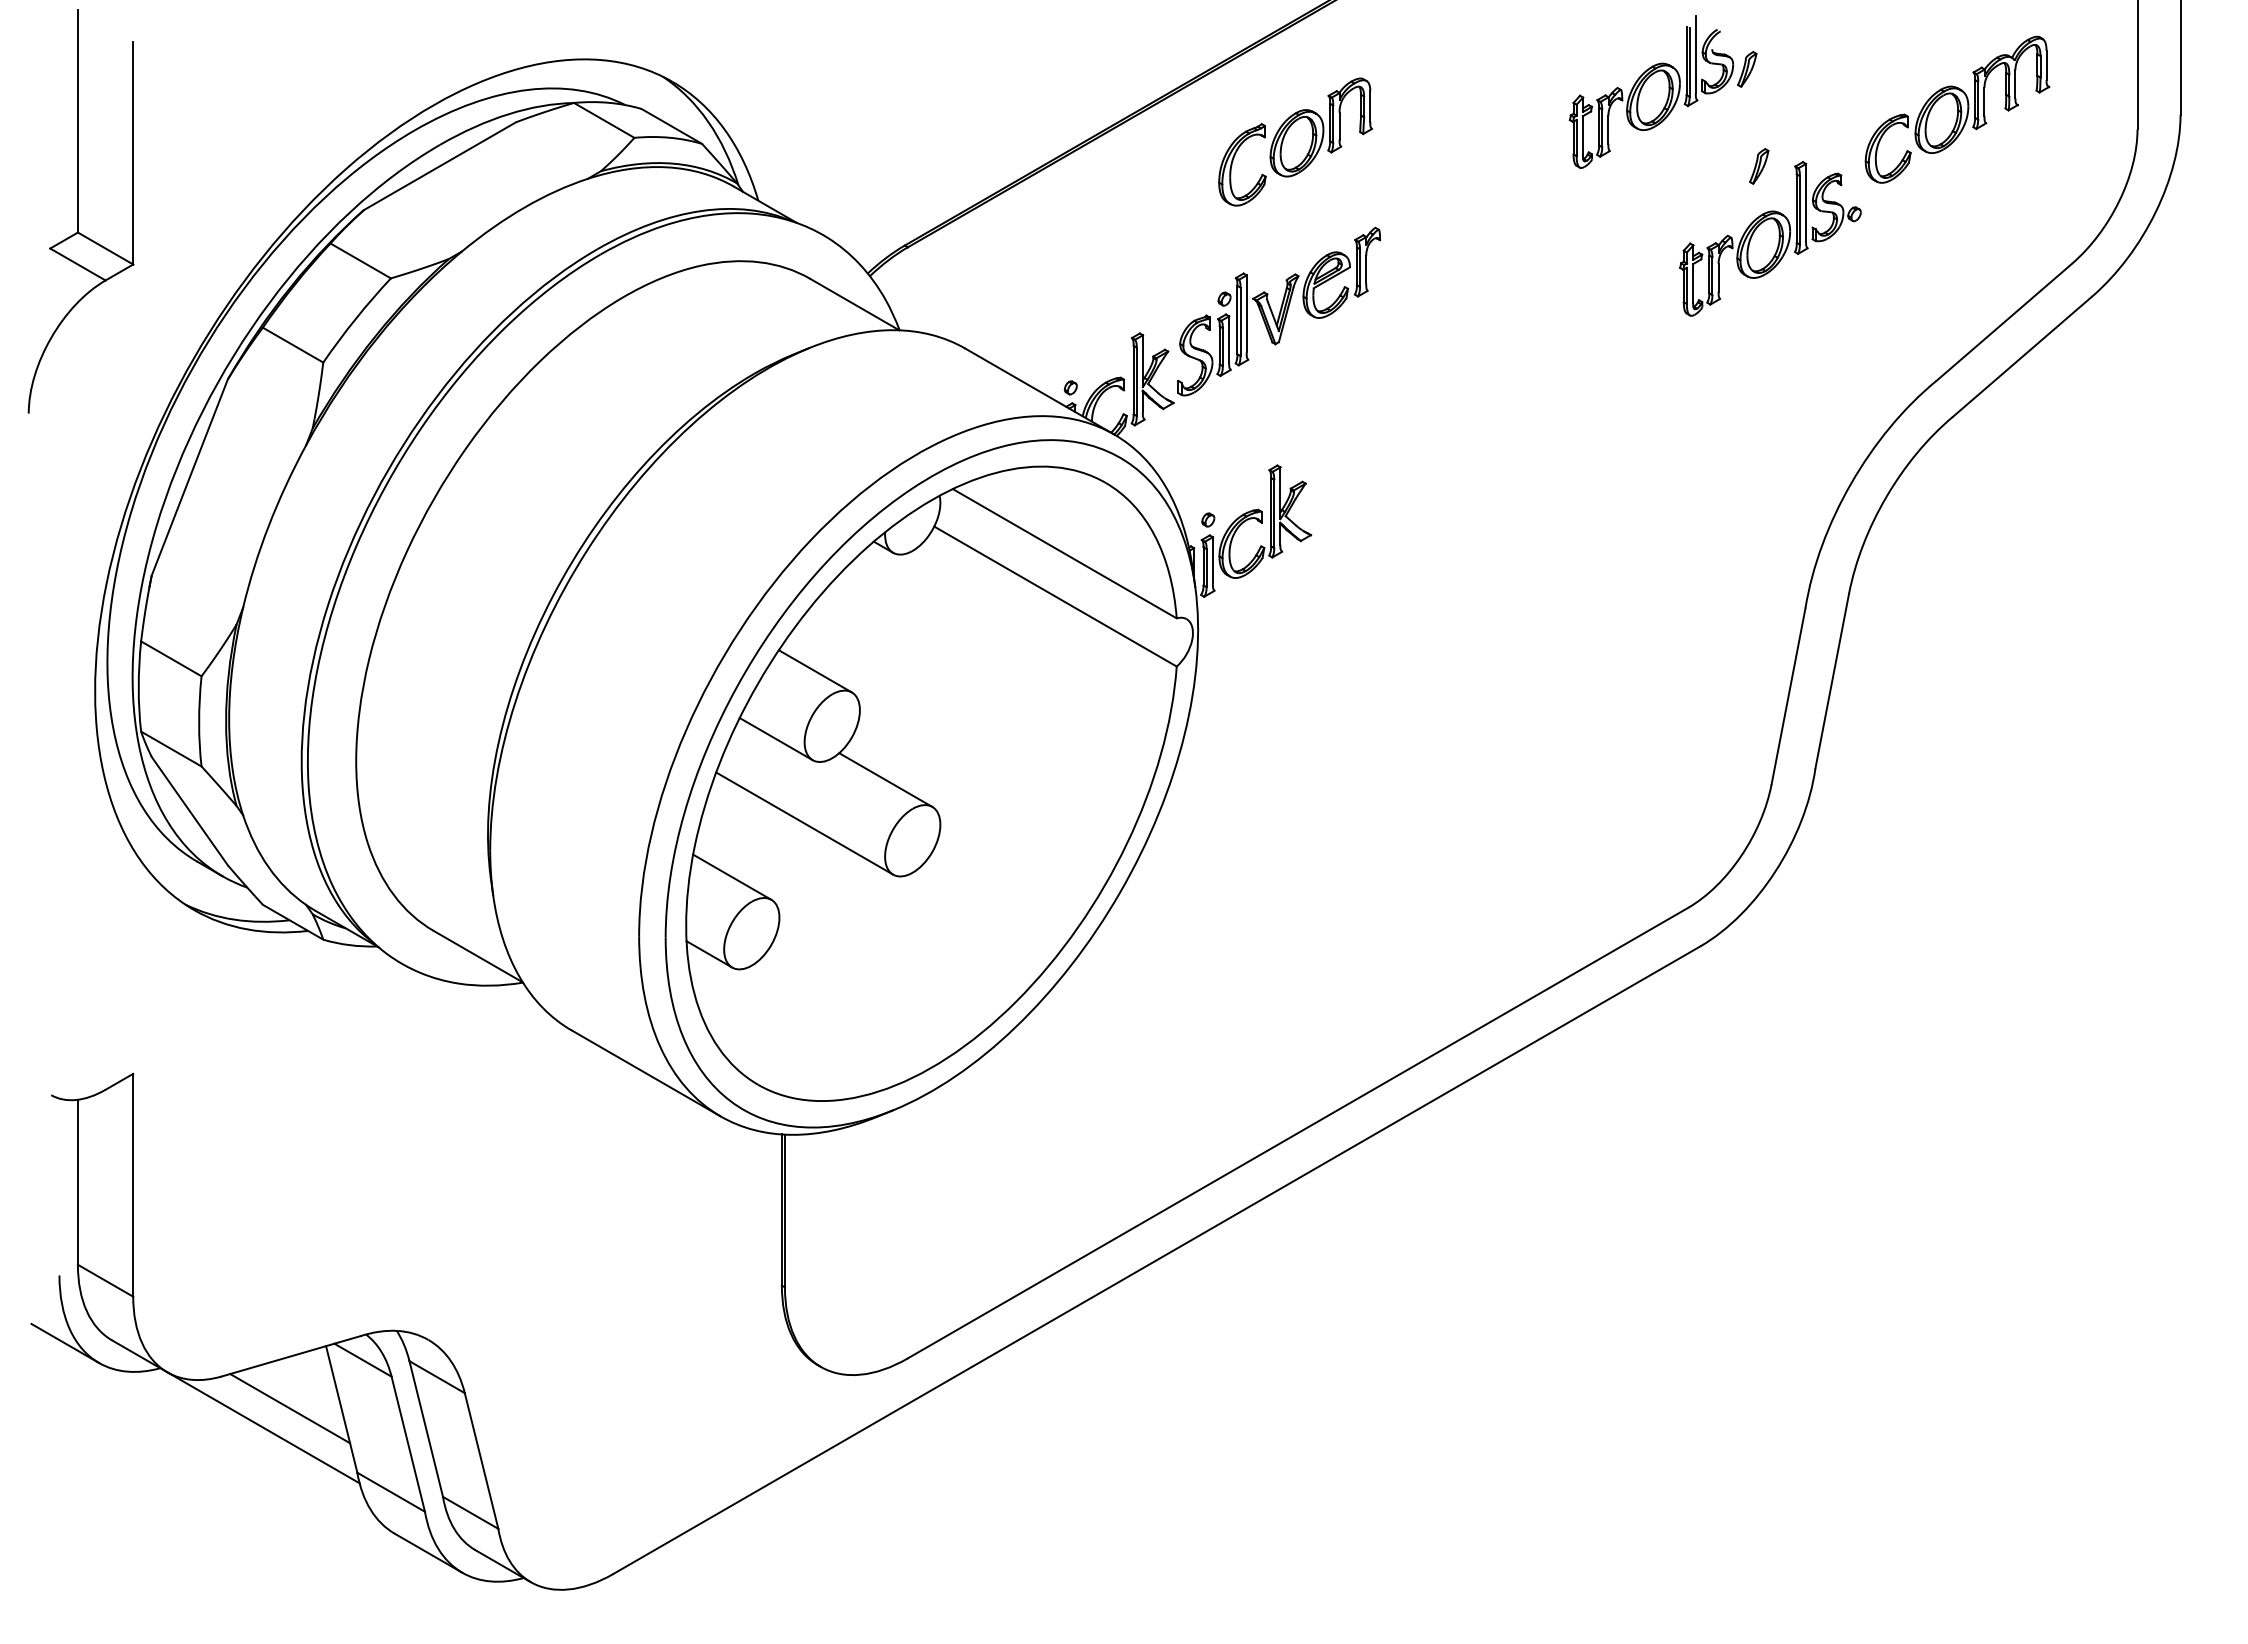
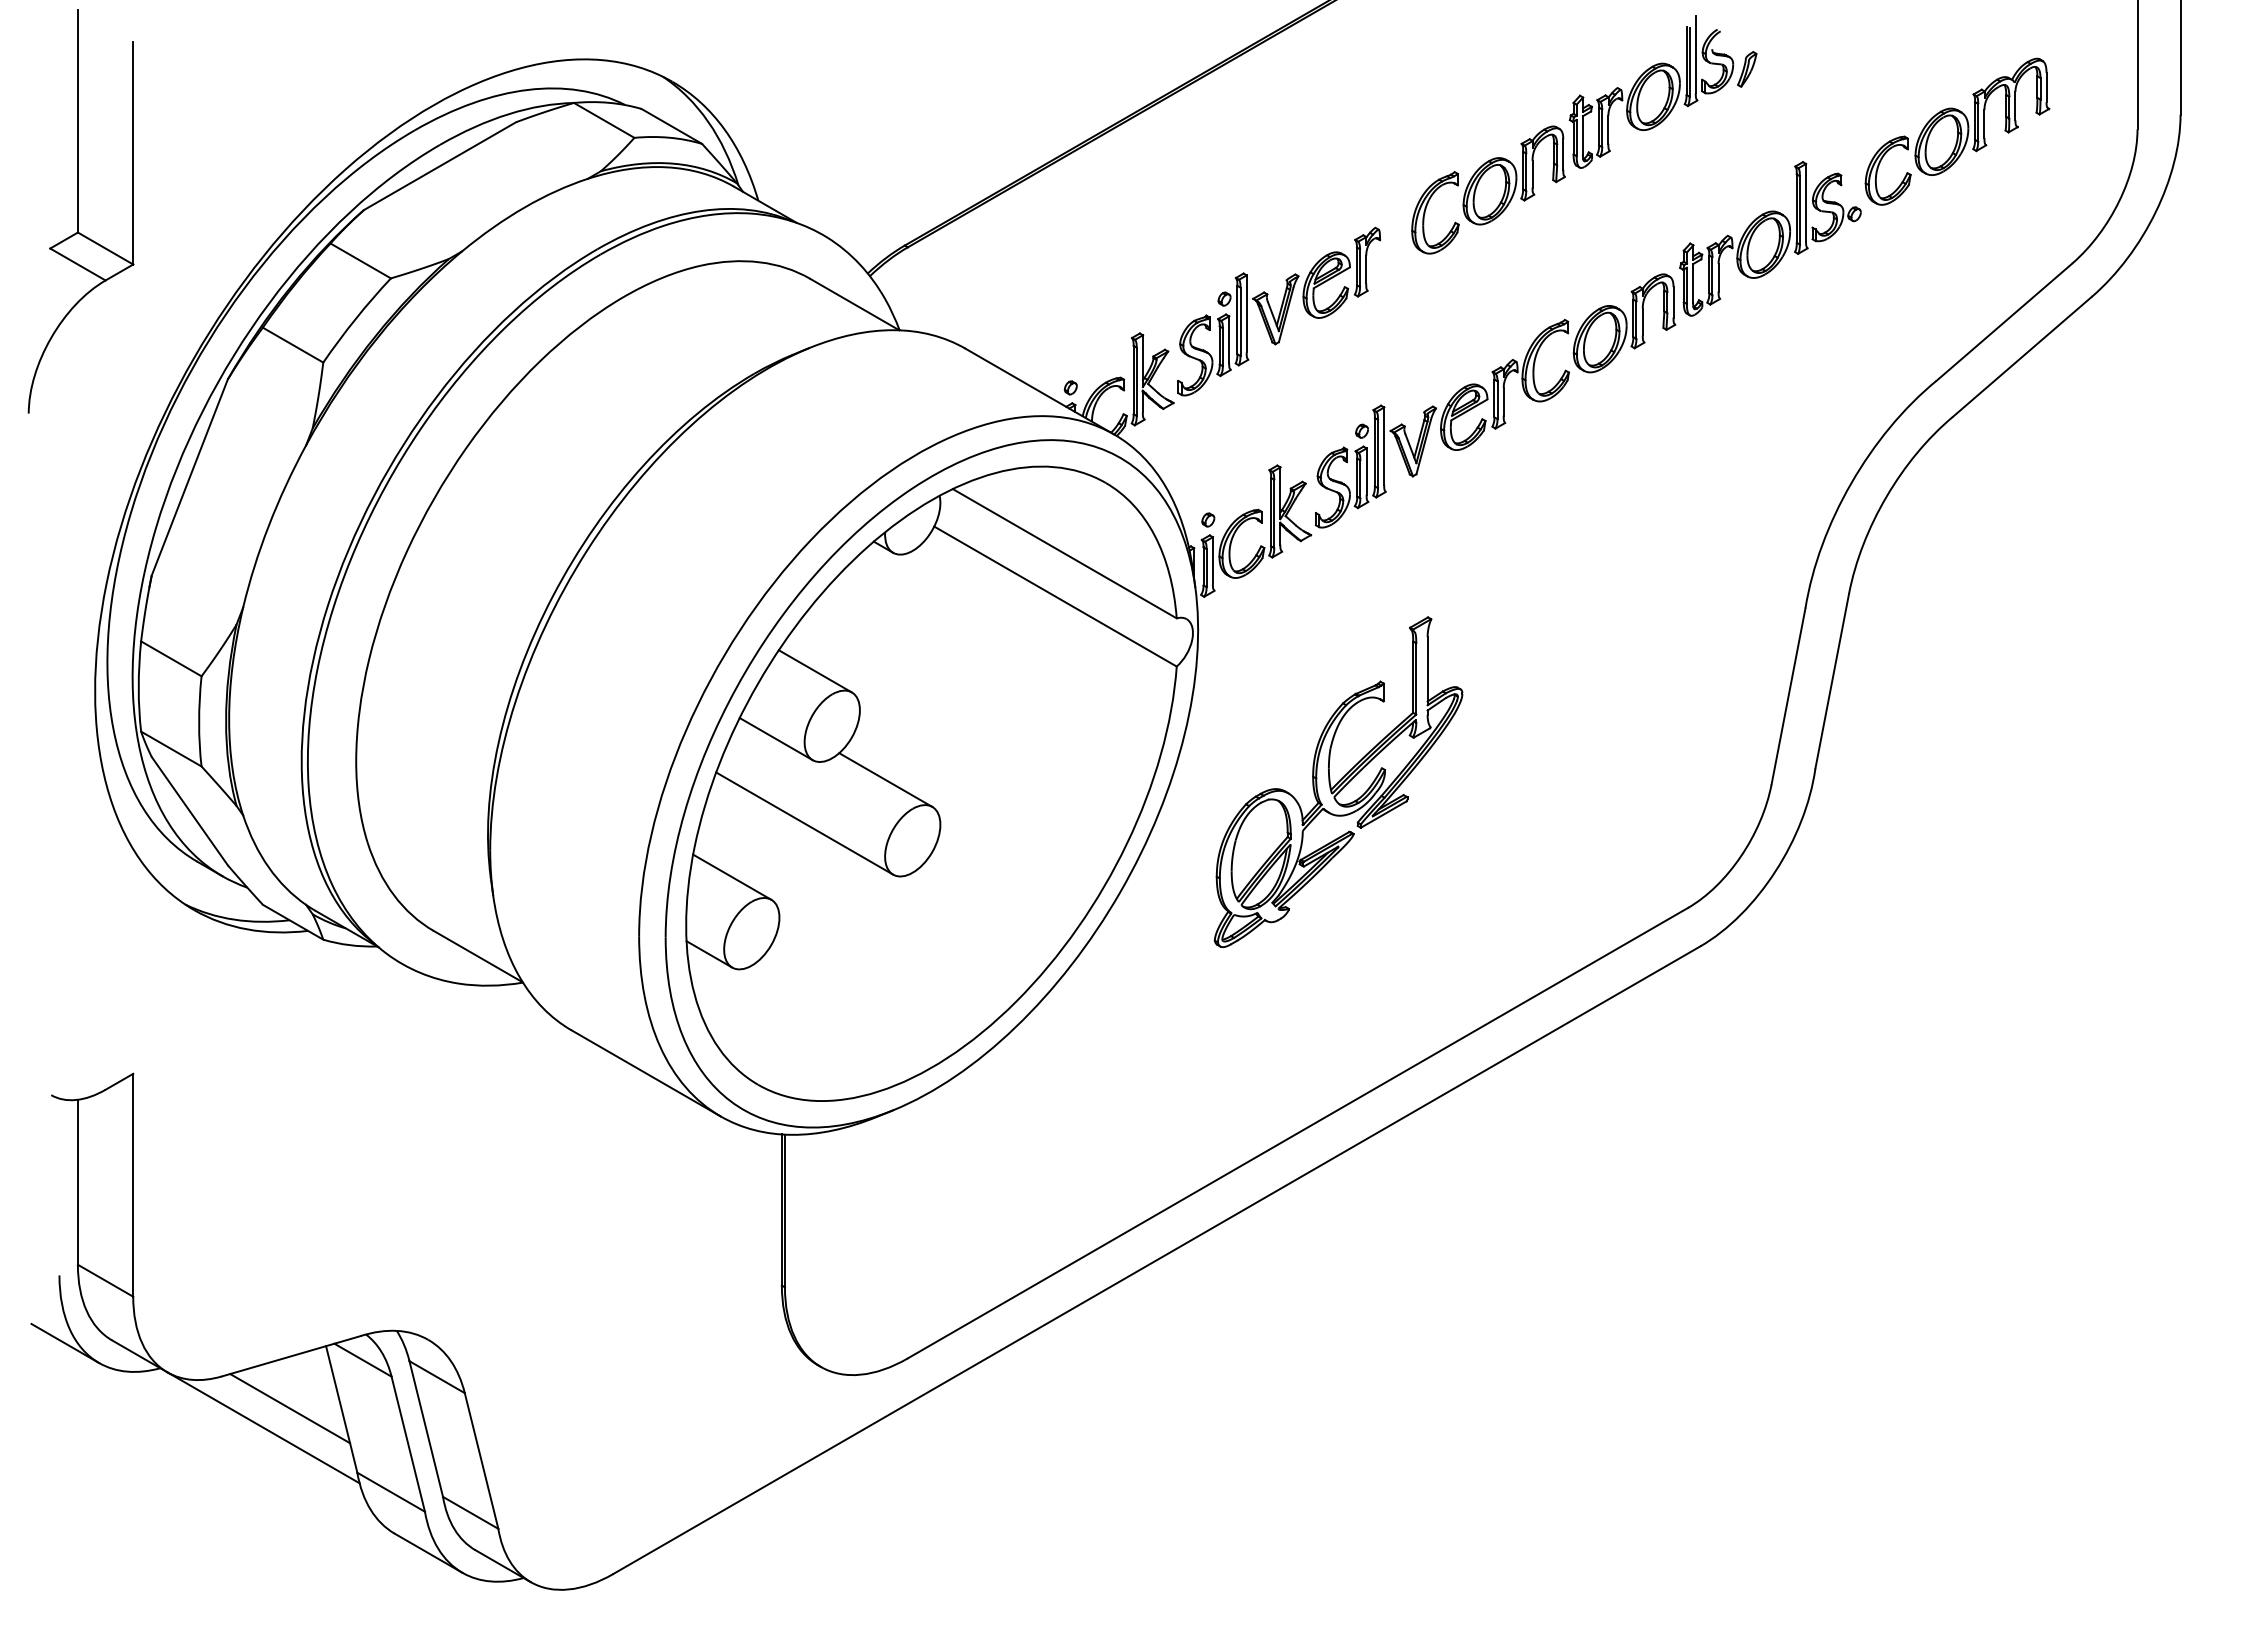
part at (1957, 109) position: (1957, 109) -> (1957, 131)
part at (1295, 141) position: (1295, 141) -> (1488, 189)
part at (1759, 166): present -> none
part at (1495, 400): none -> present
part at (1338, 782): none -> present
